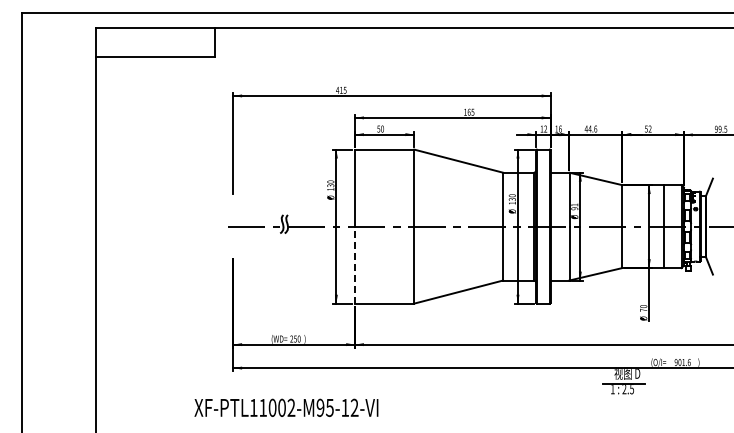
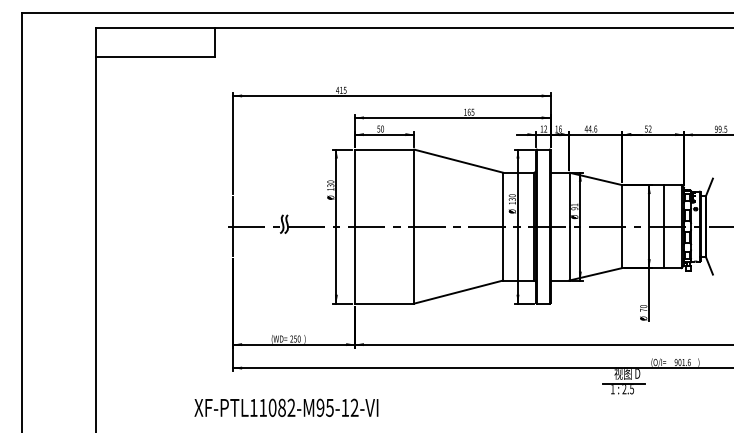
line at (233, 226): none -> present
line at (355, 265): dashed -> solid
text at (281, 407): XF-PTL11002-M95-12-VI -> XF-PTL11082-M95-12-VI
